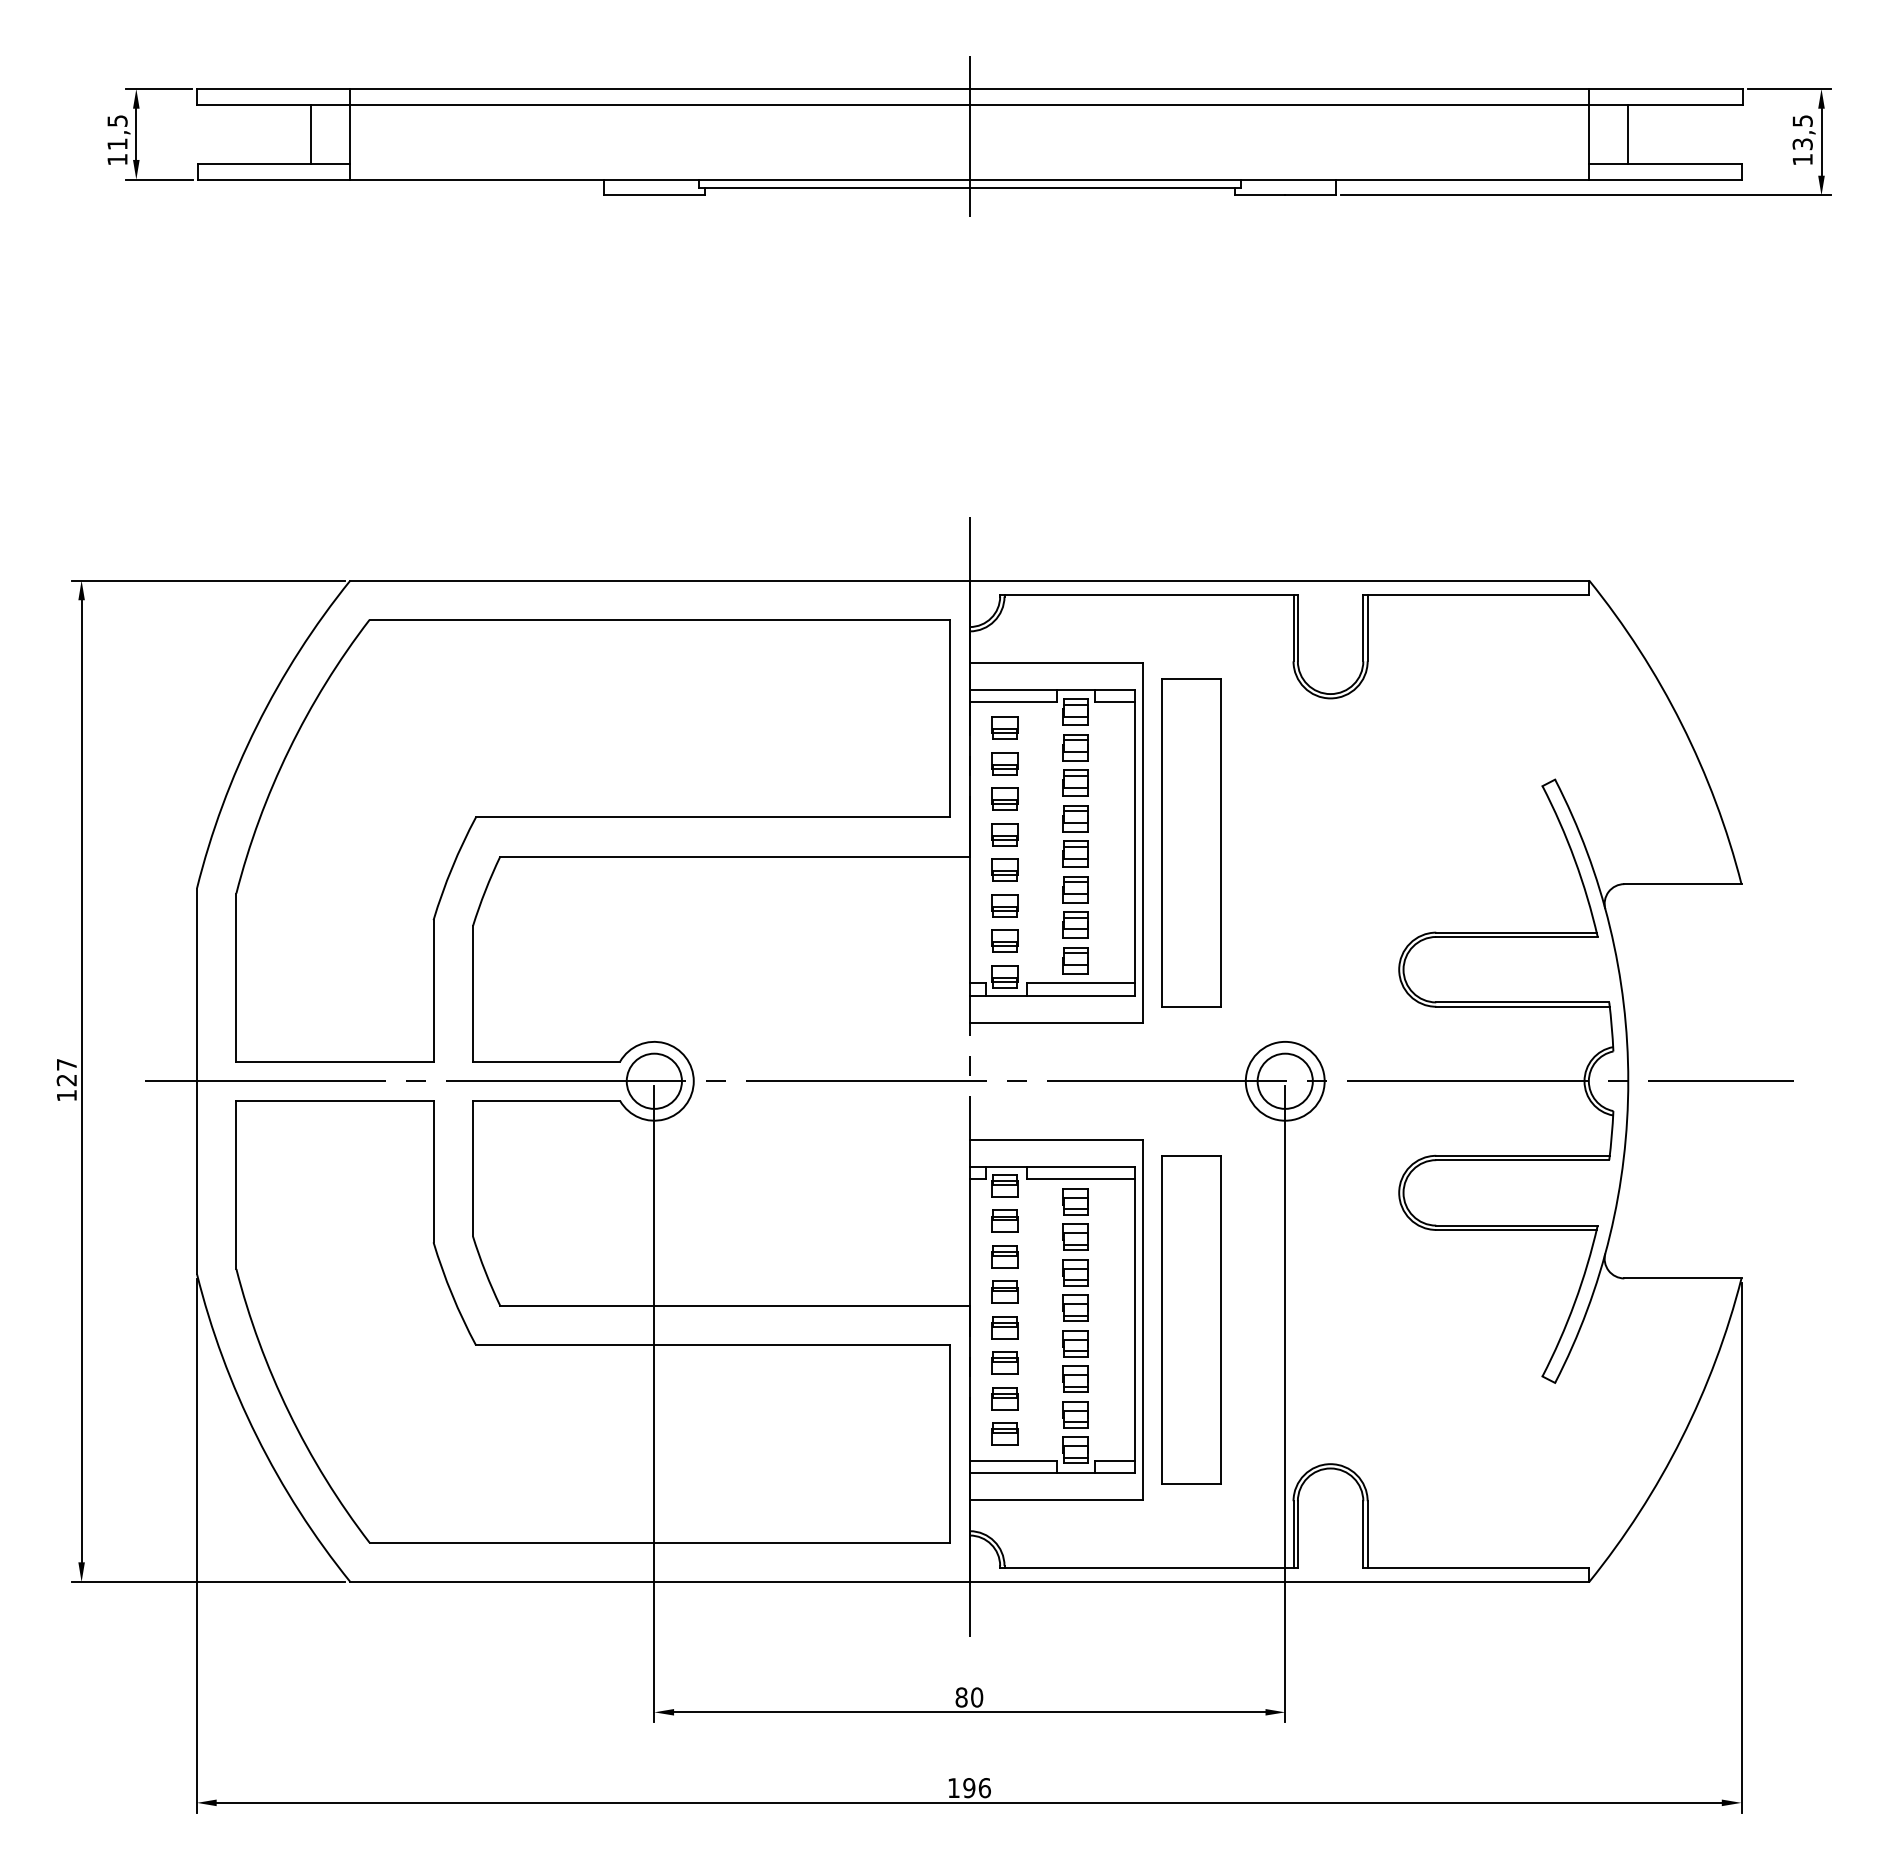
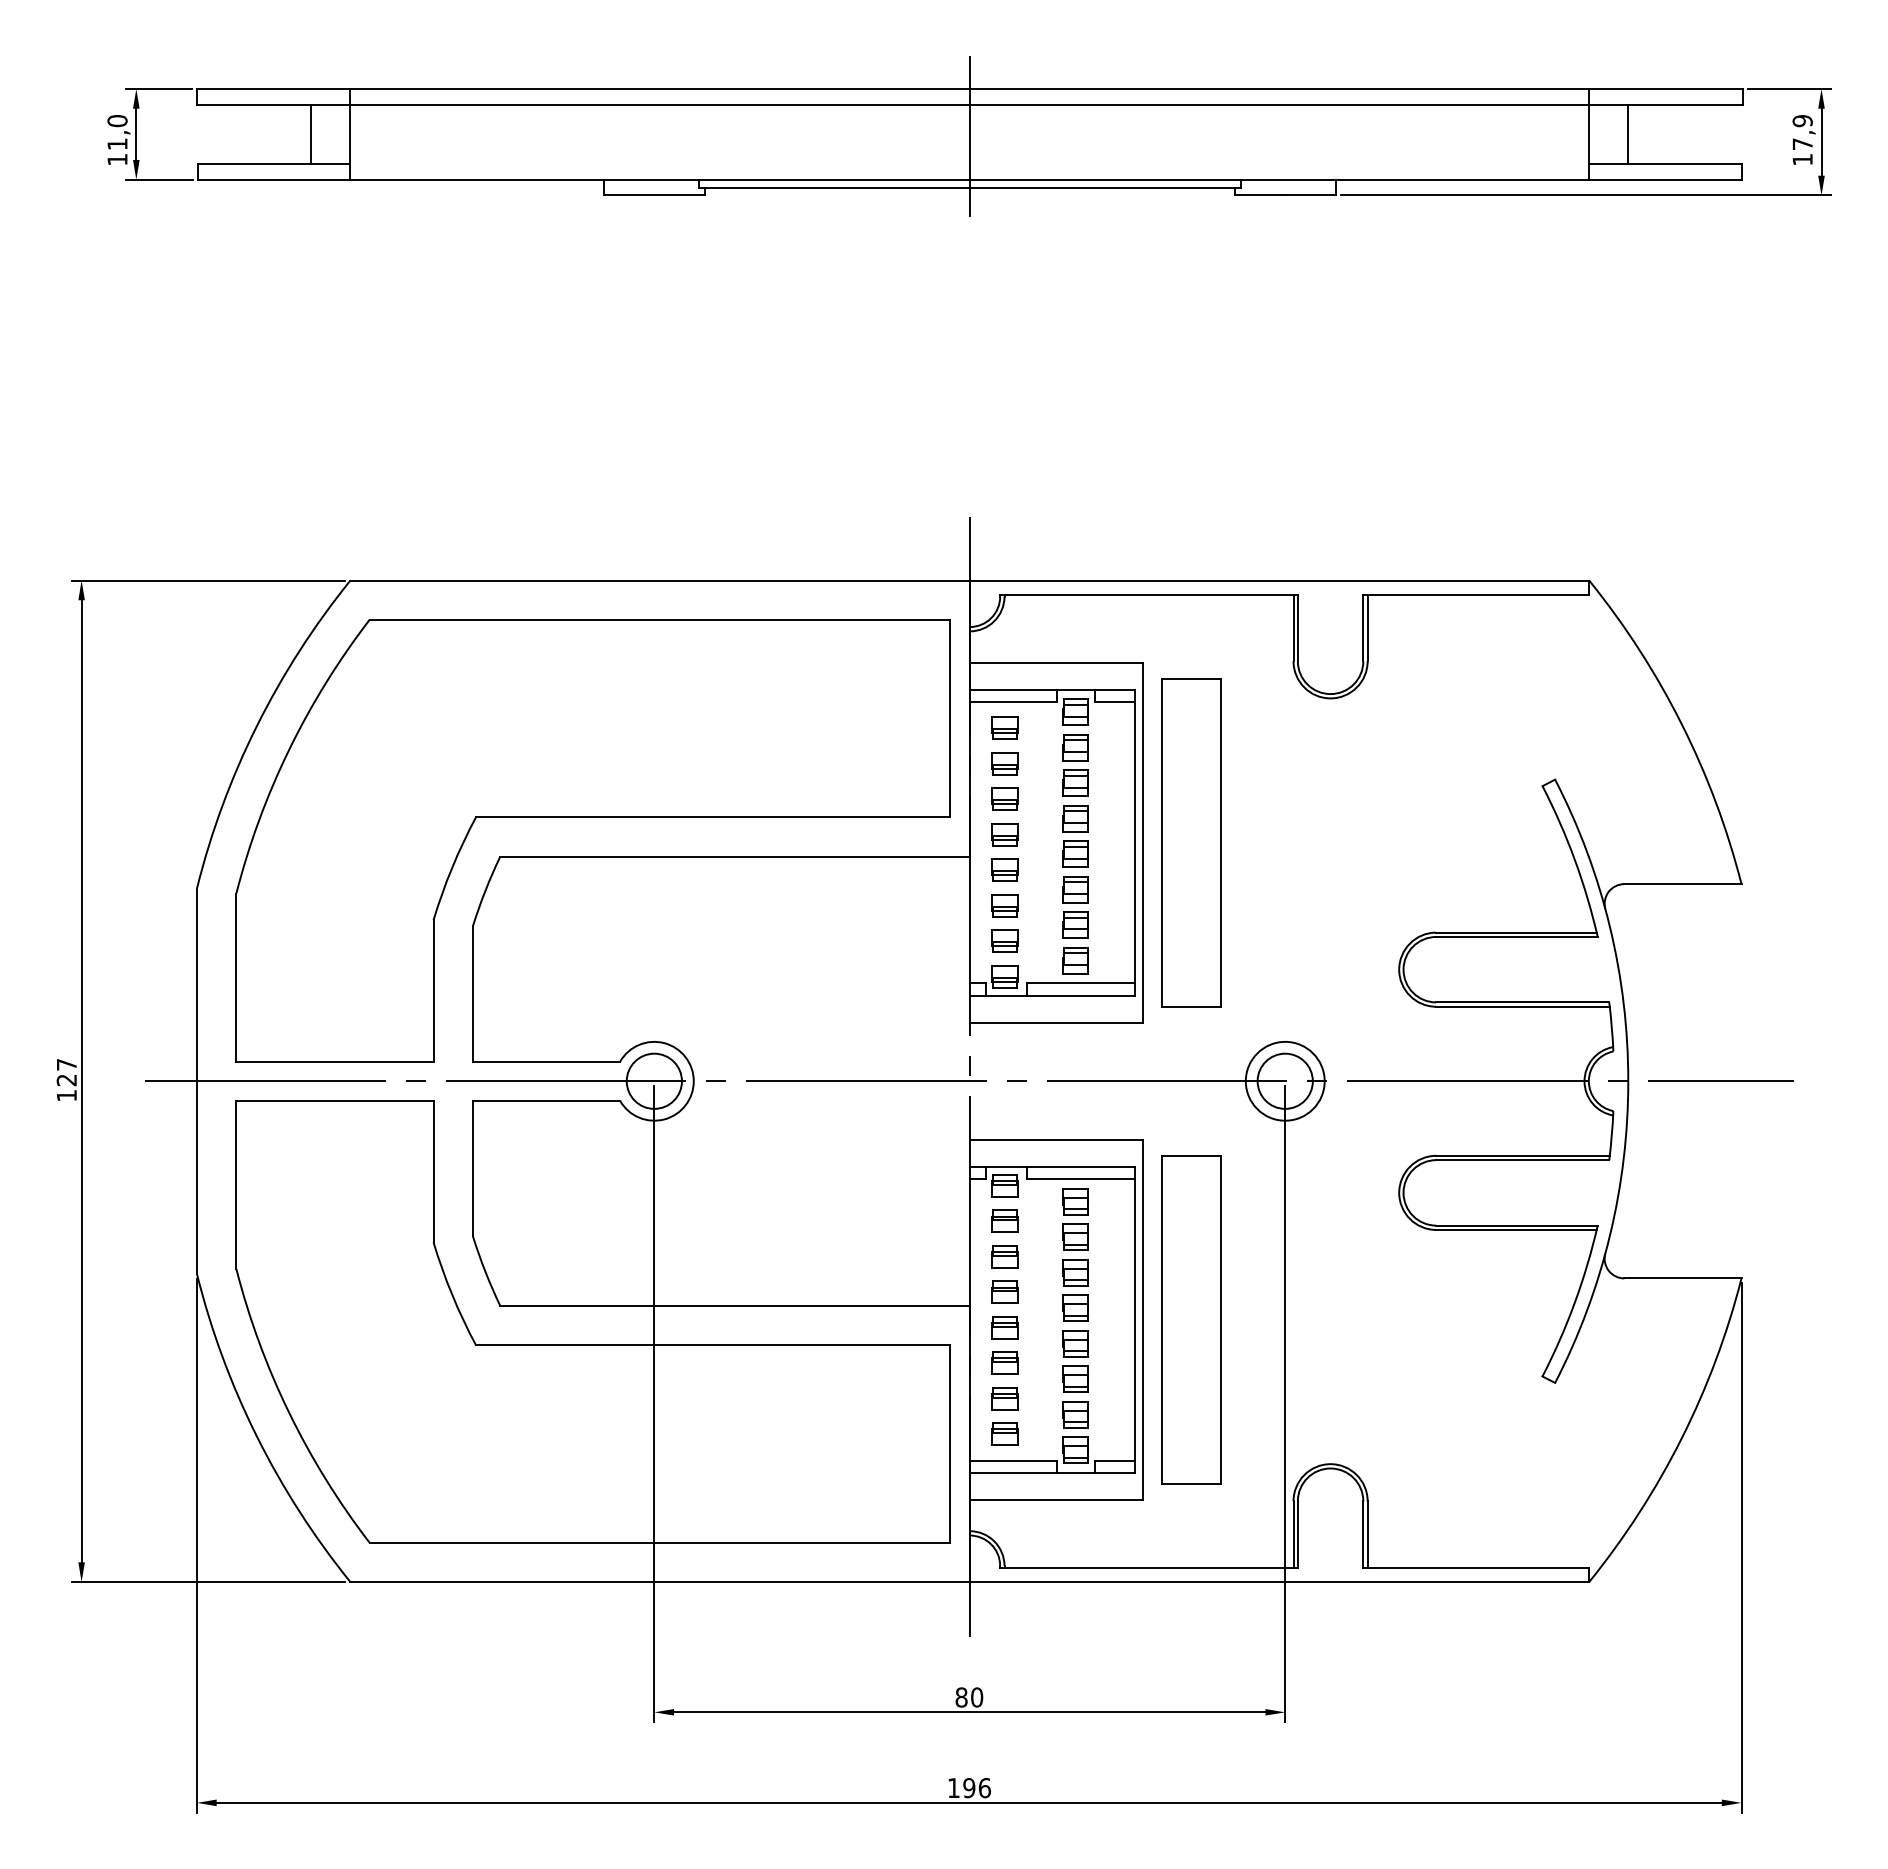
text at (117, 121): 11,5 -> 11,0
text at (1802, 132): 13,5 -> 17,9
